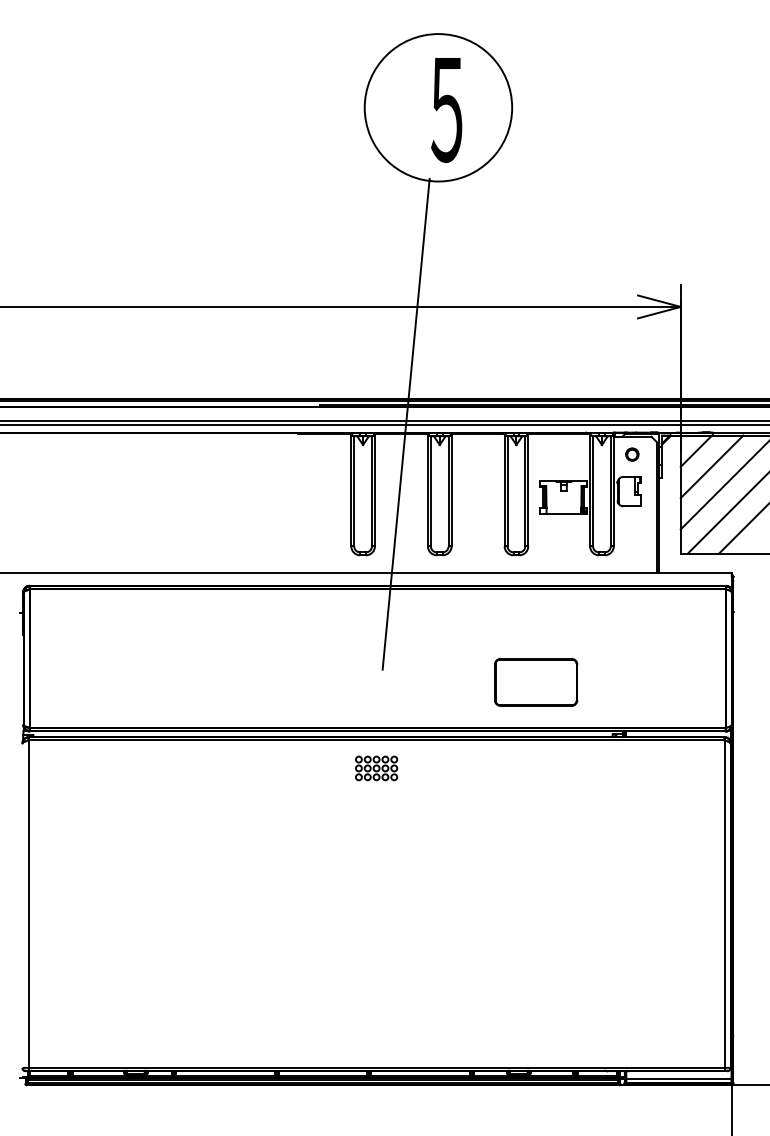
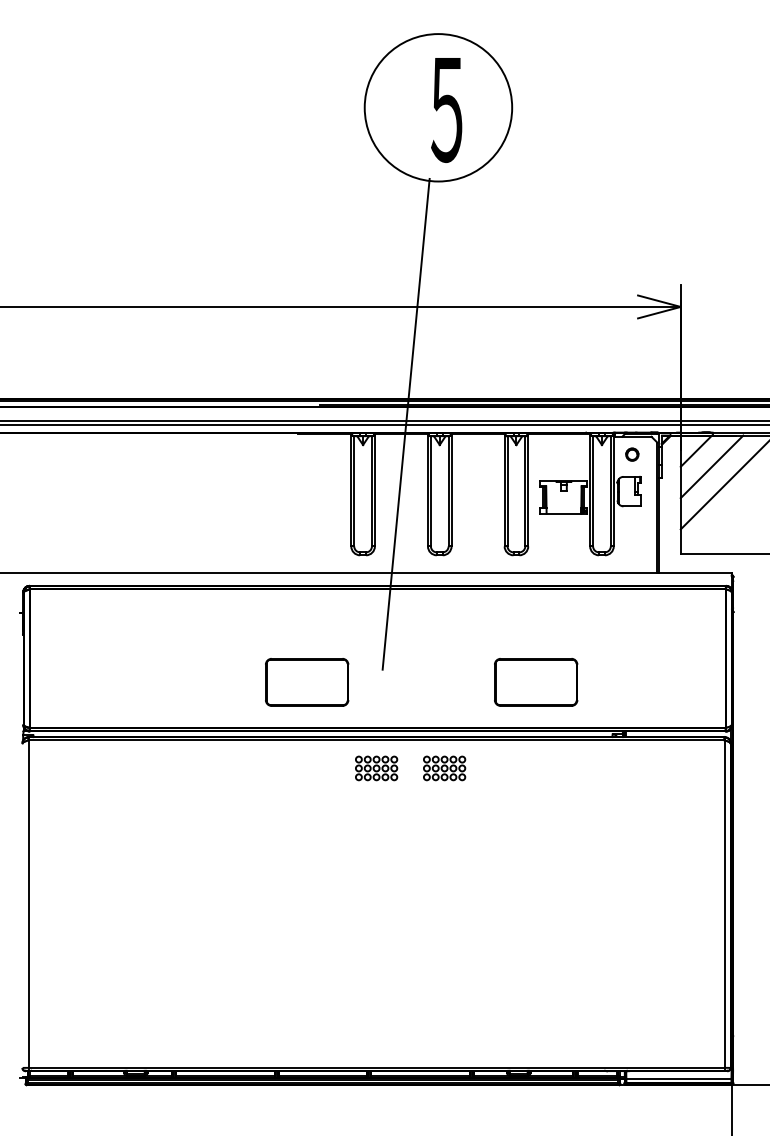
line at (726, 513): present -> none
line at (742, 529): present -> none
part at (307, 682): none -> present
part at (444, 768): none -> present
